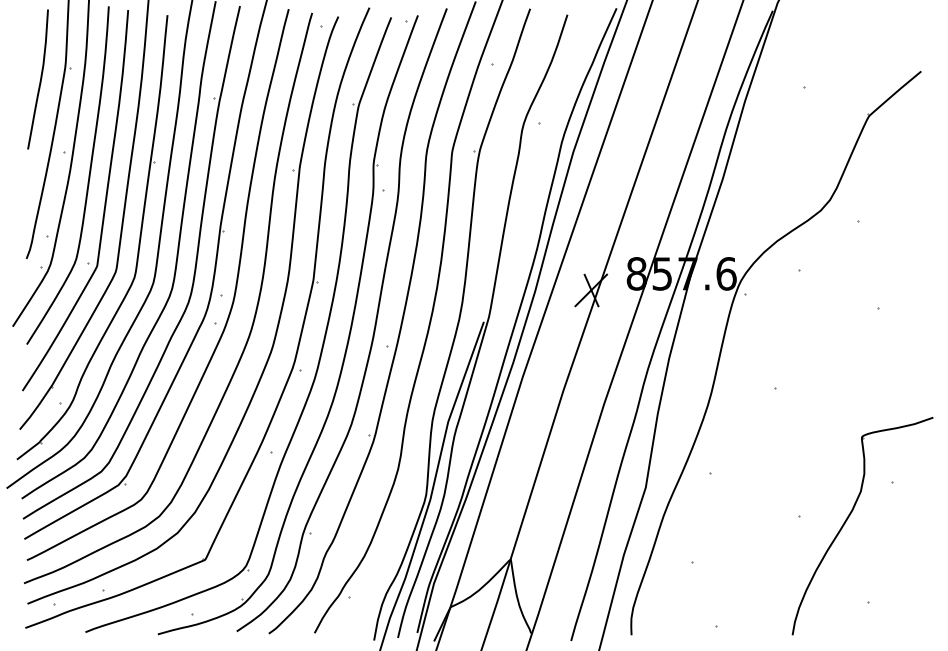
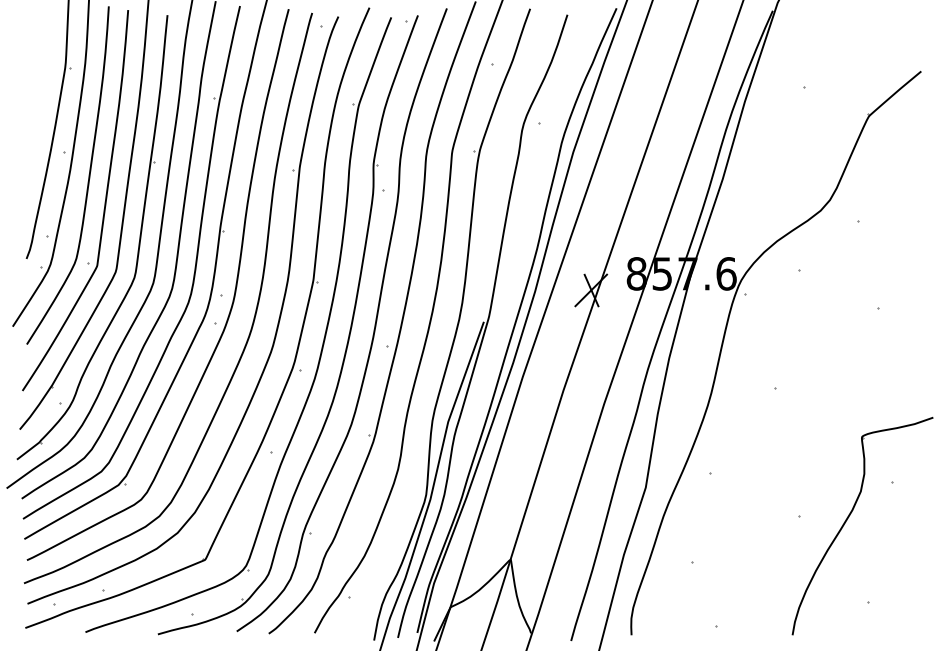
curve at (39, 81): present -> none
